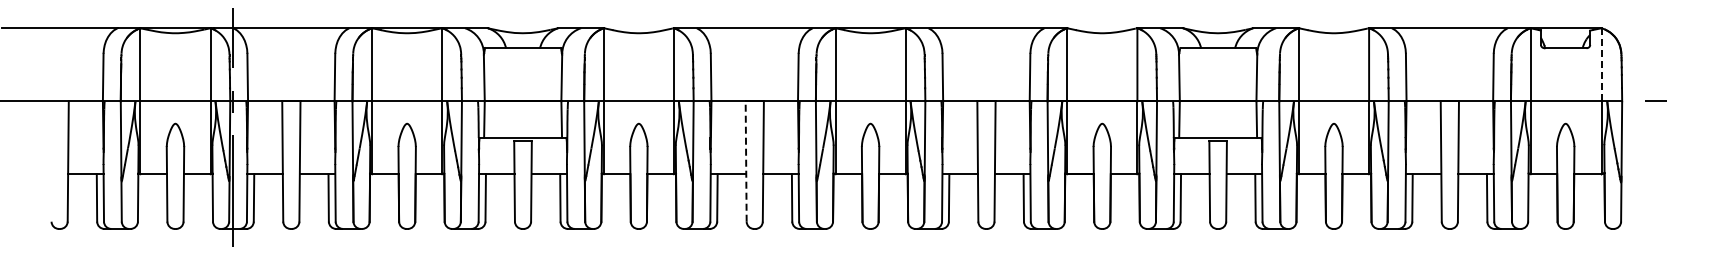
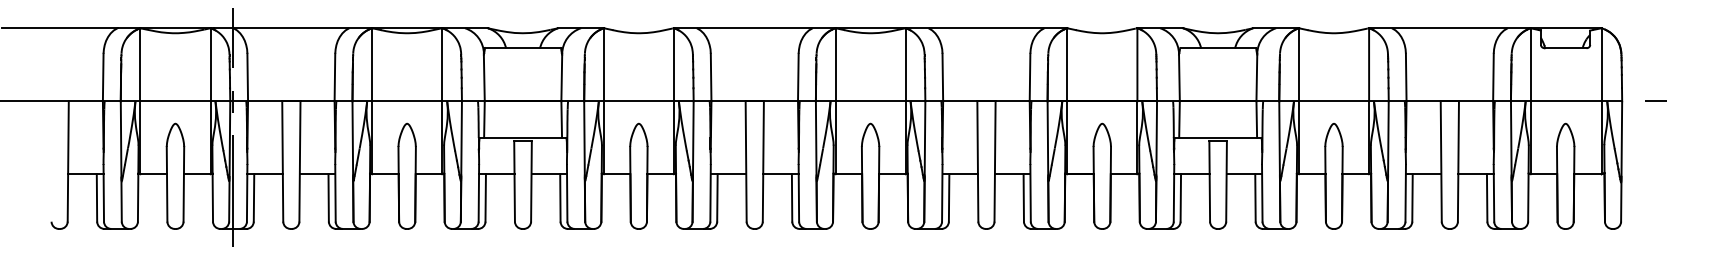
line at (1601, 65): dashed -> solid
line at (746, 160): dashed -> solid
